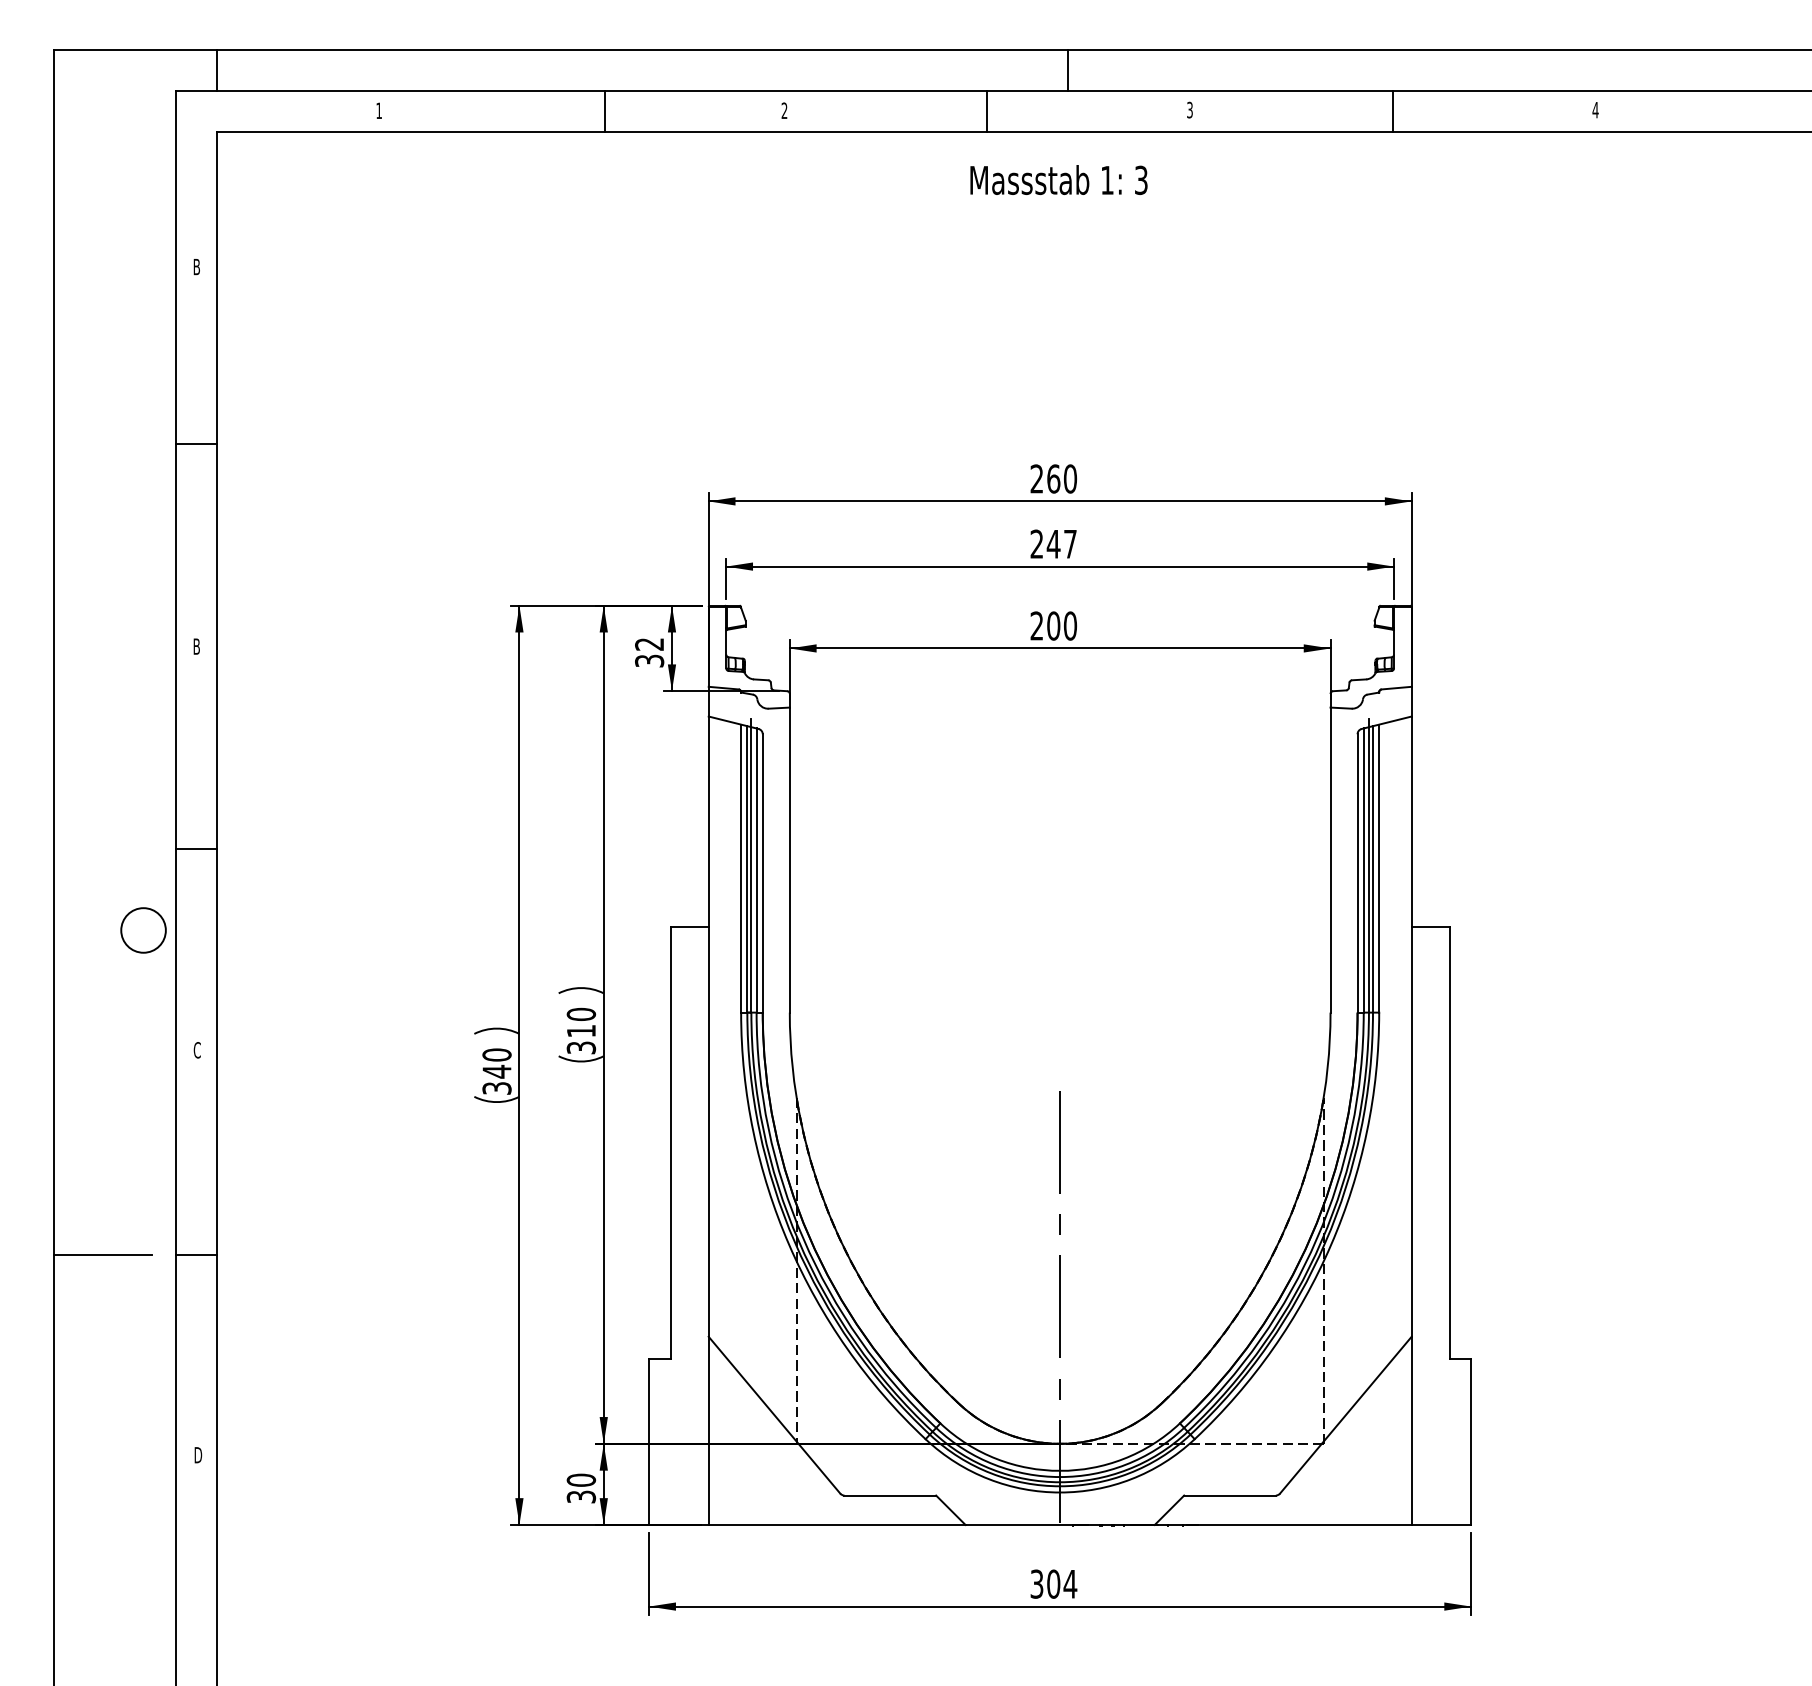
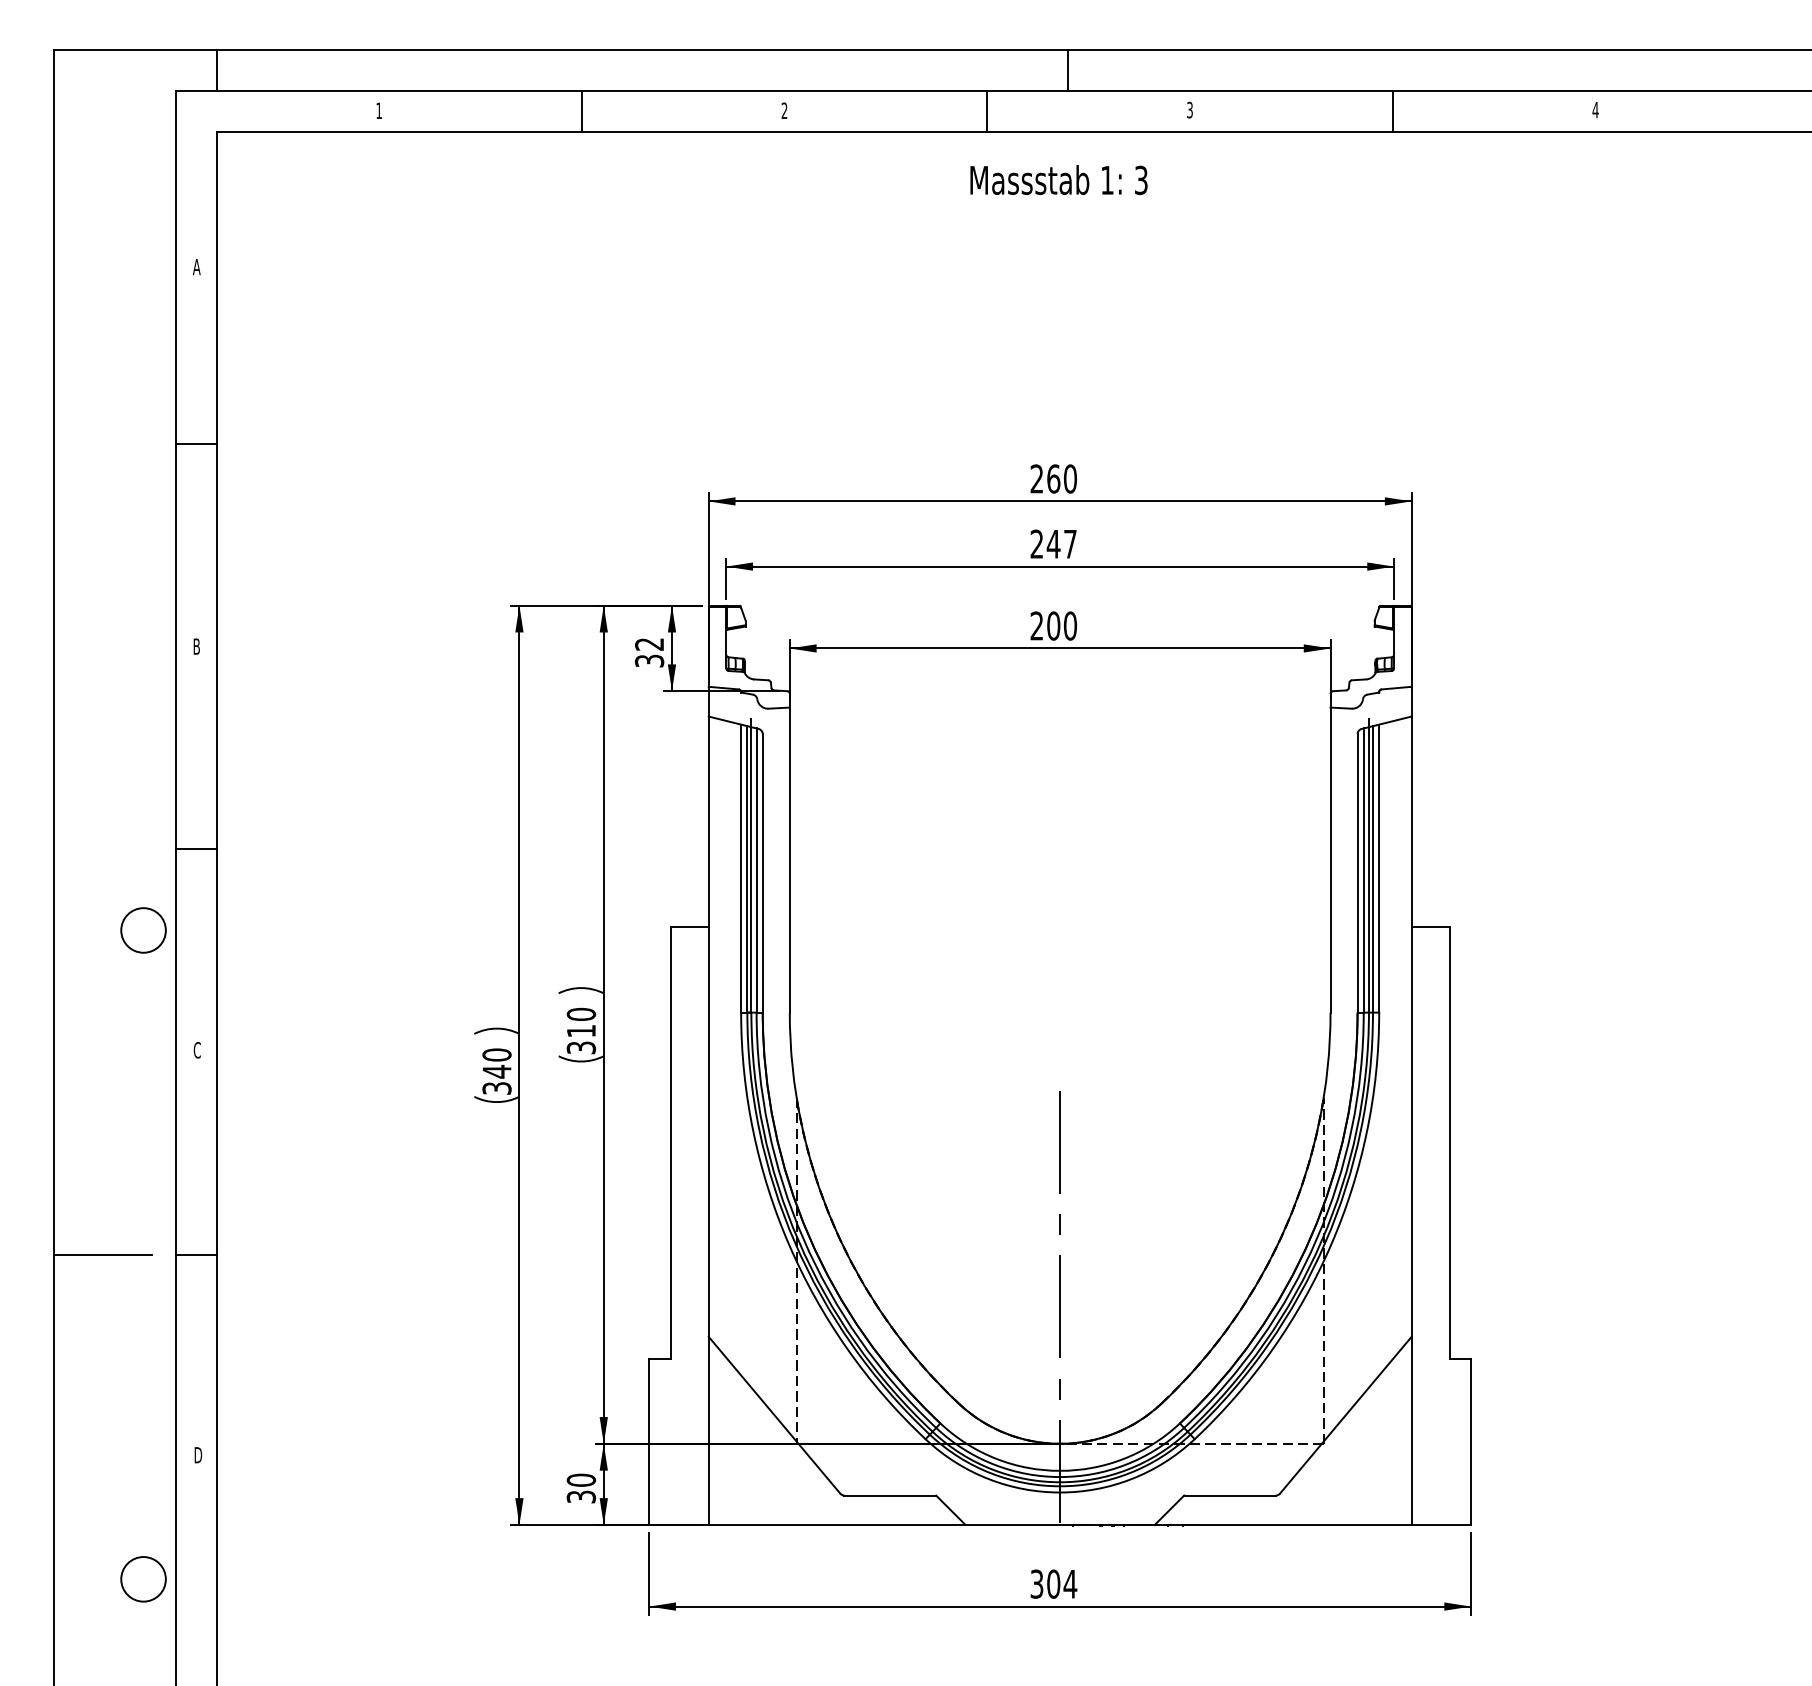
line at (604, 110) position: (604, 110) -> (581, 110)
text at (196, 267): B -> A
circle at (143, 1579): none -> present
